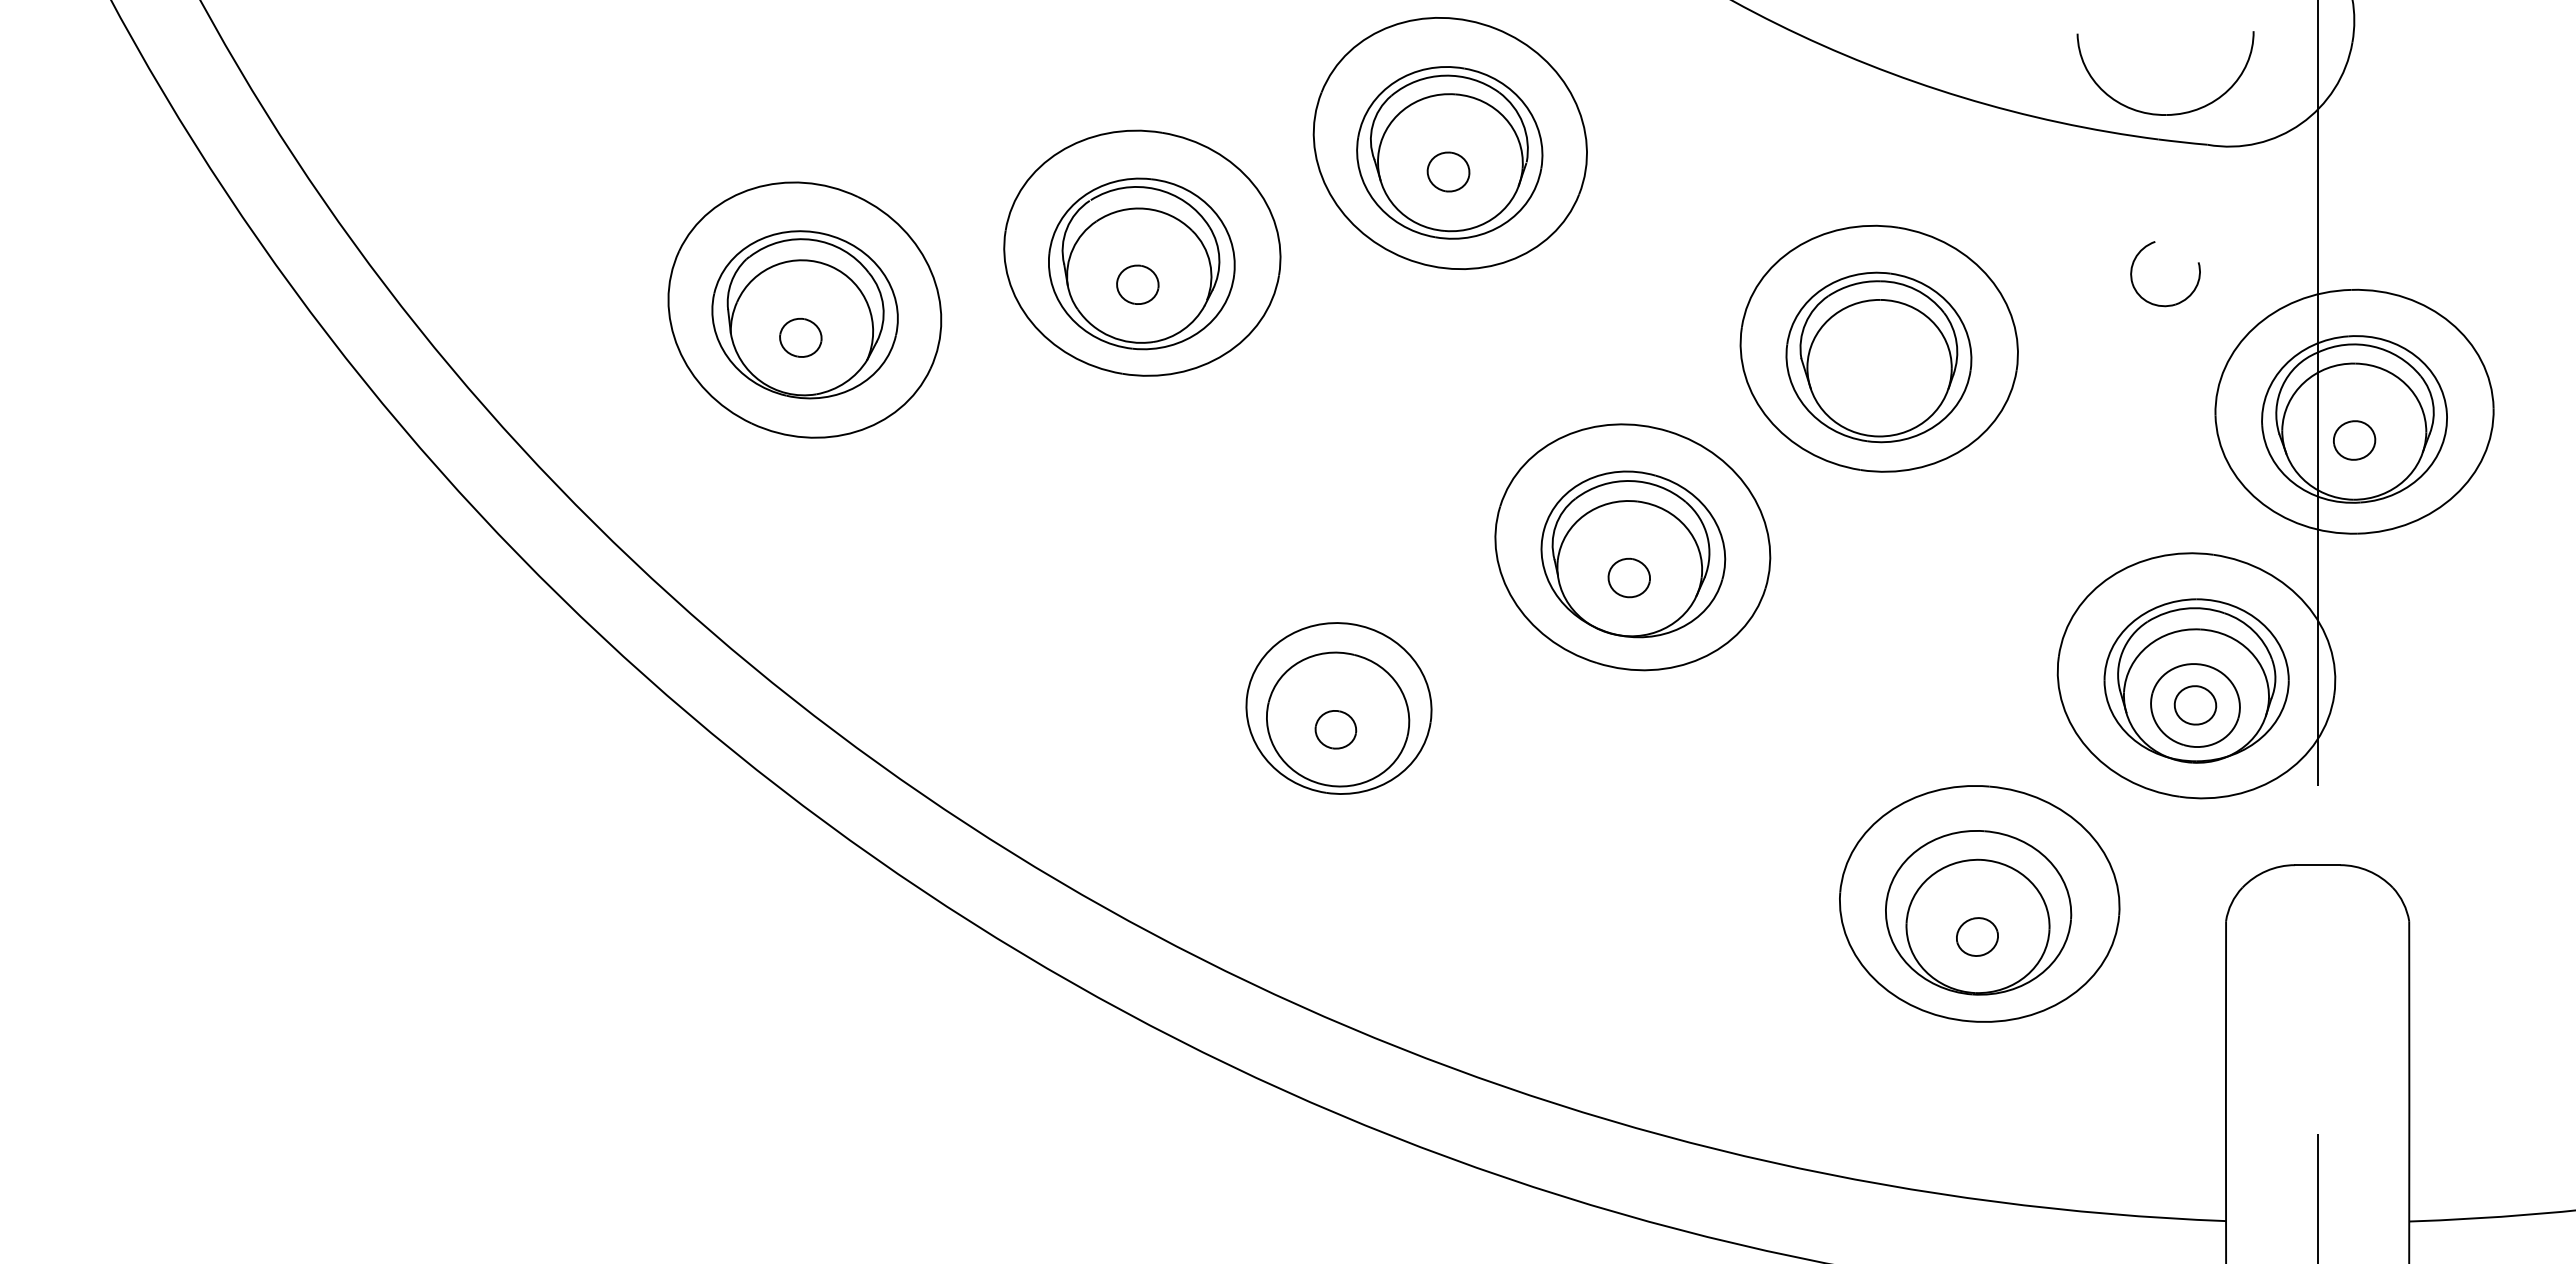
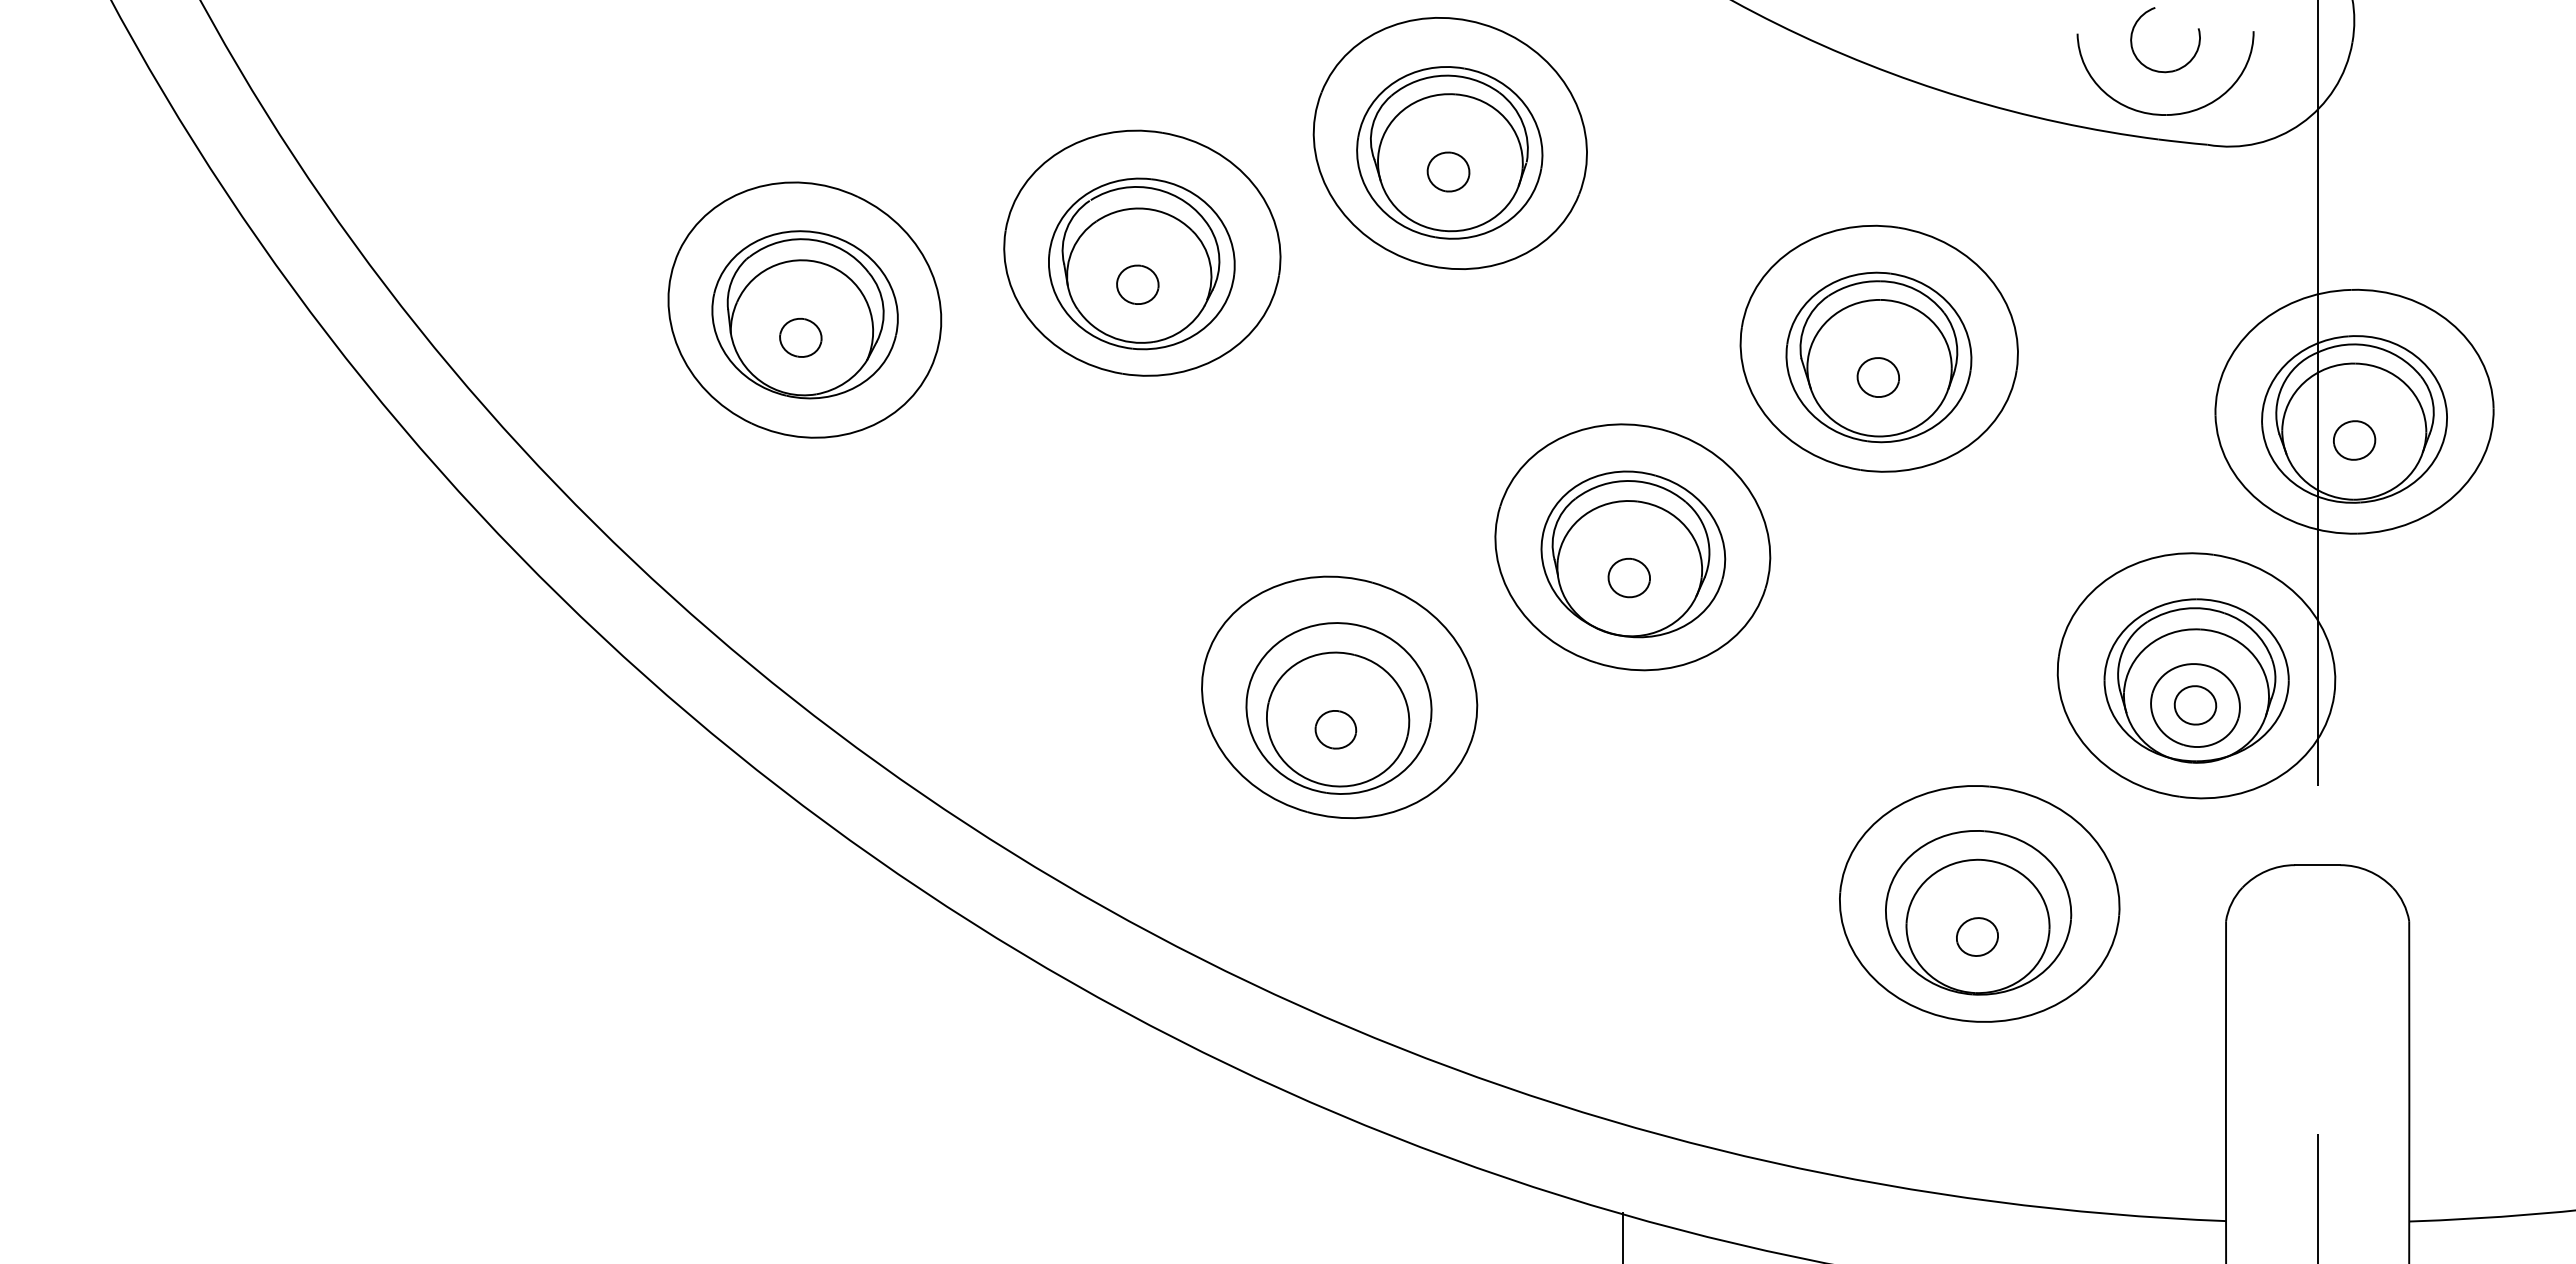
part at (2169, 304) position: (2169, 304) -> (2169, 70)
part at (1878, 377): none -> present
part at (1339, 697): none -> present
line at (1622, 1236): none -> present
